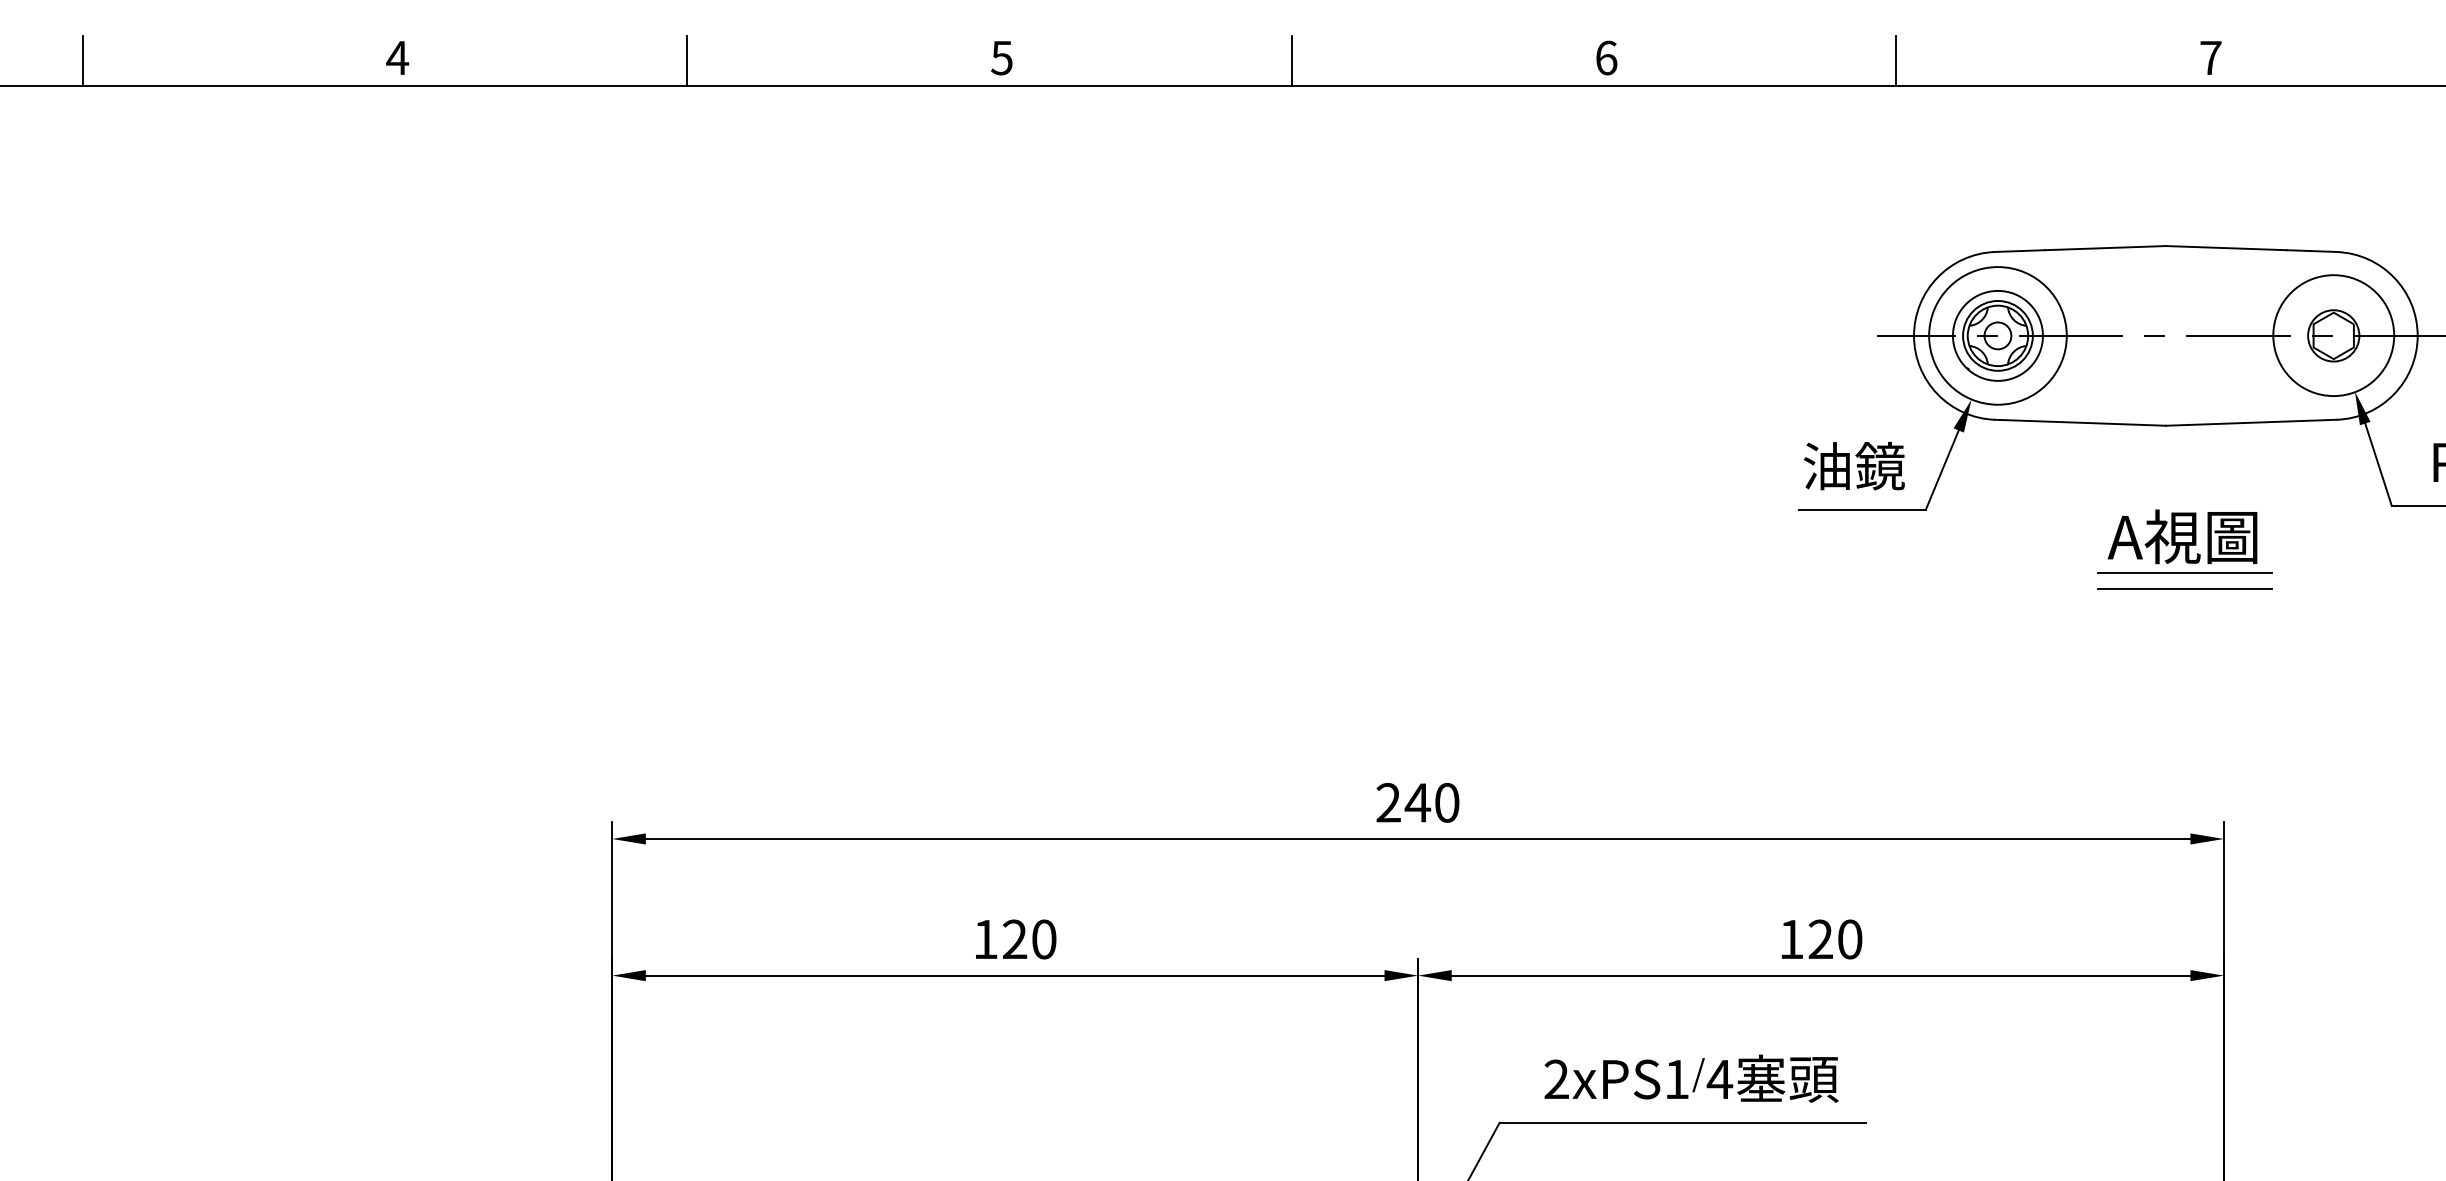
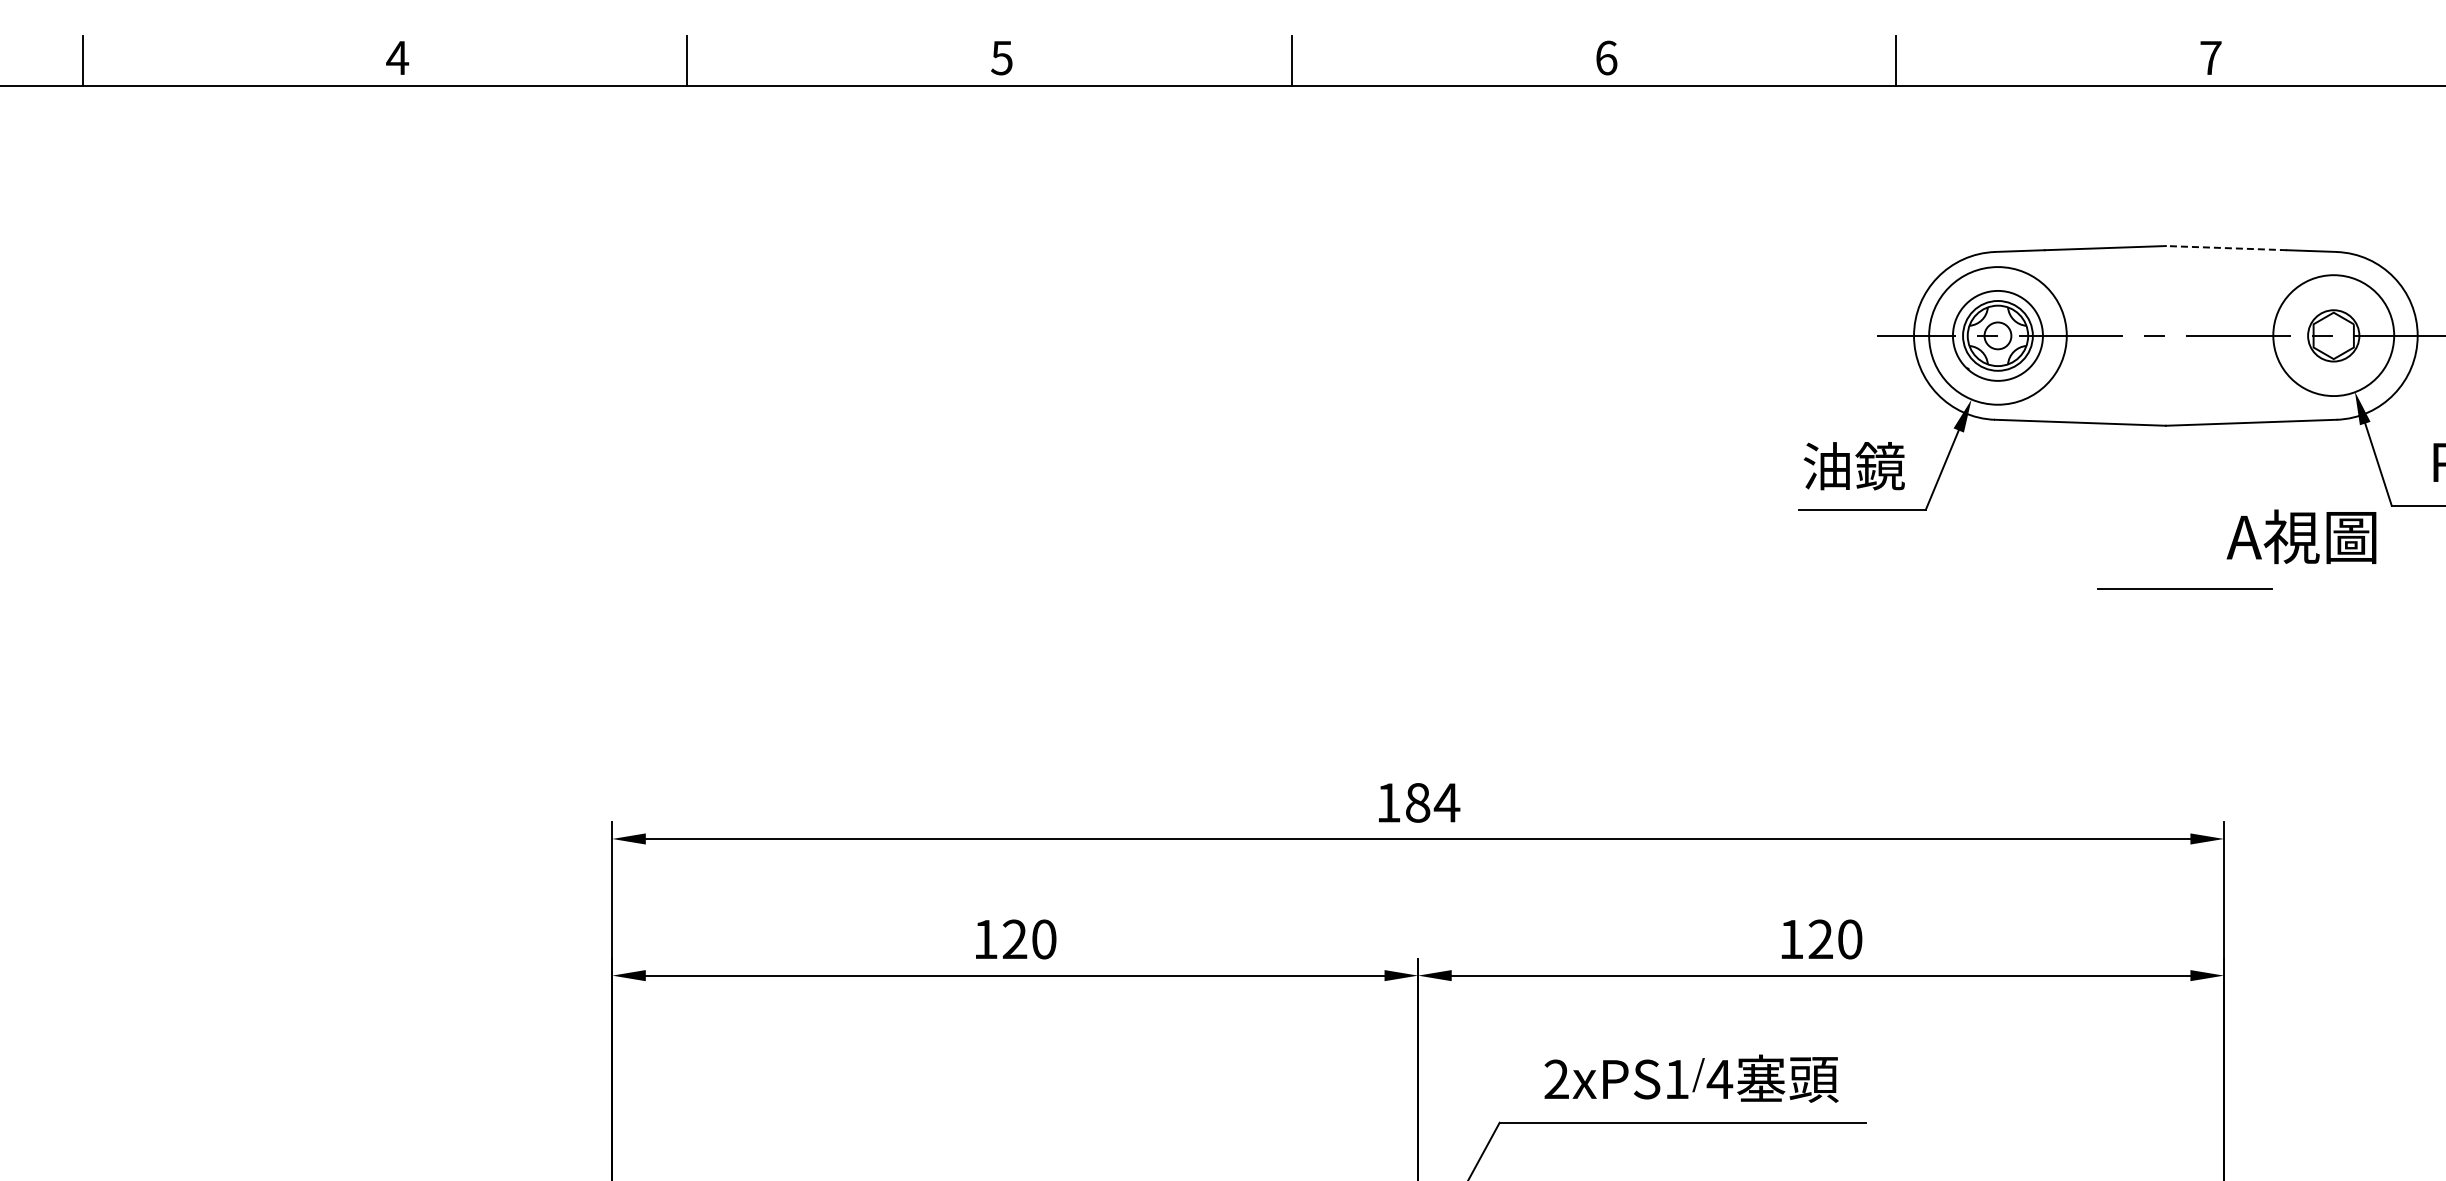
line at (2226, 248): solid -> dashed
text at (2182, 536) position: (2182, 536) -> (2301, 536)
line at (2184, 572): present -> none
text at (1418, 802): 240 -> 184
